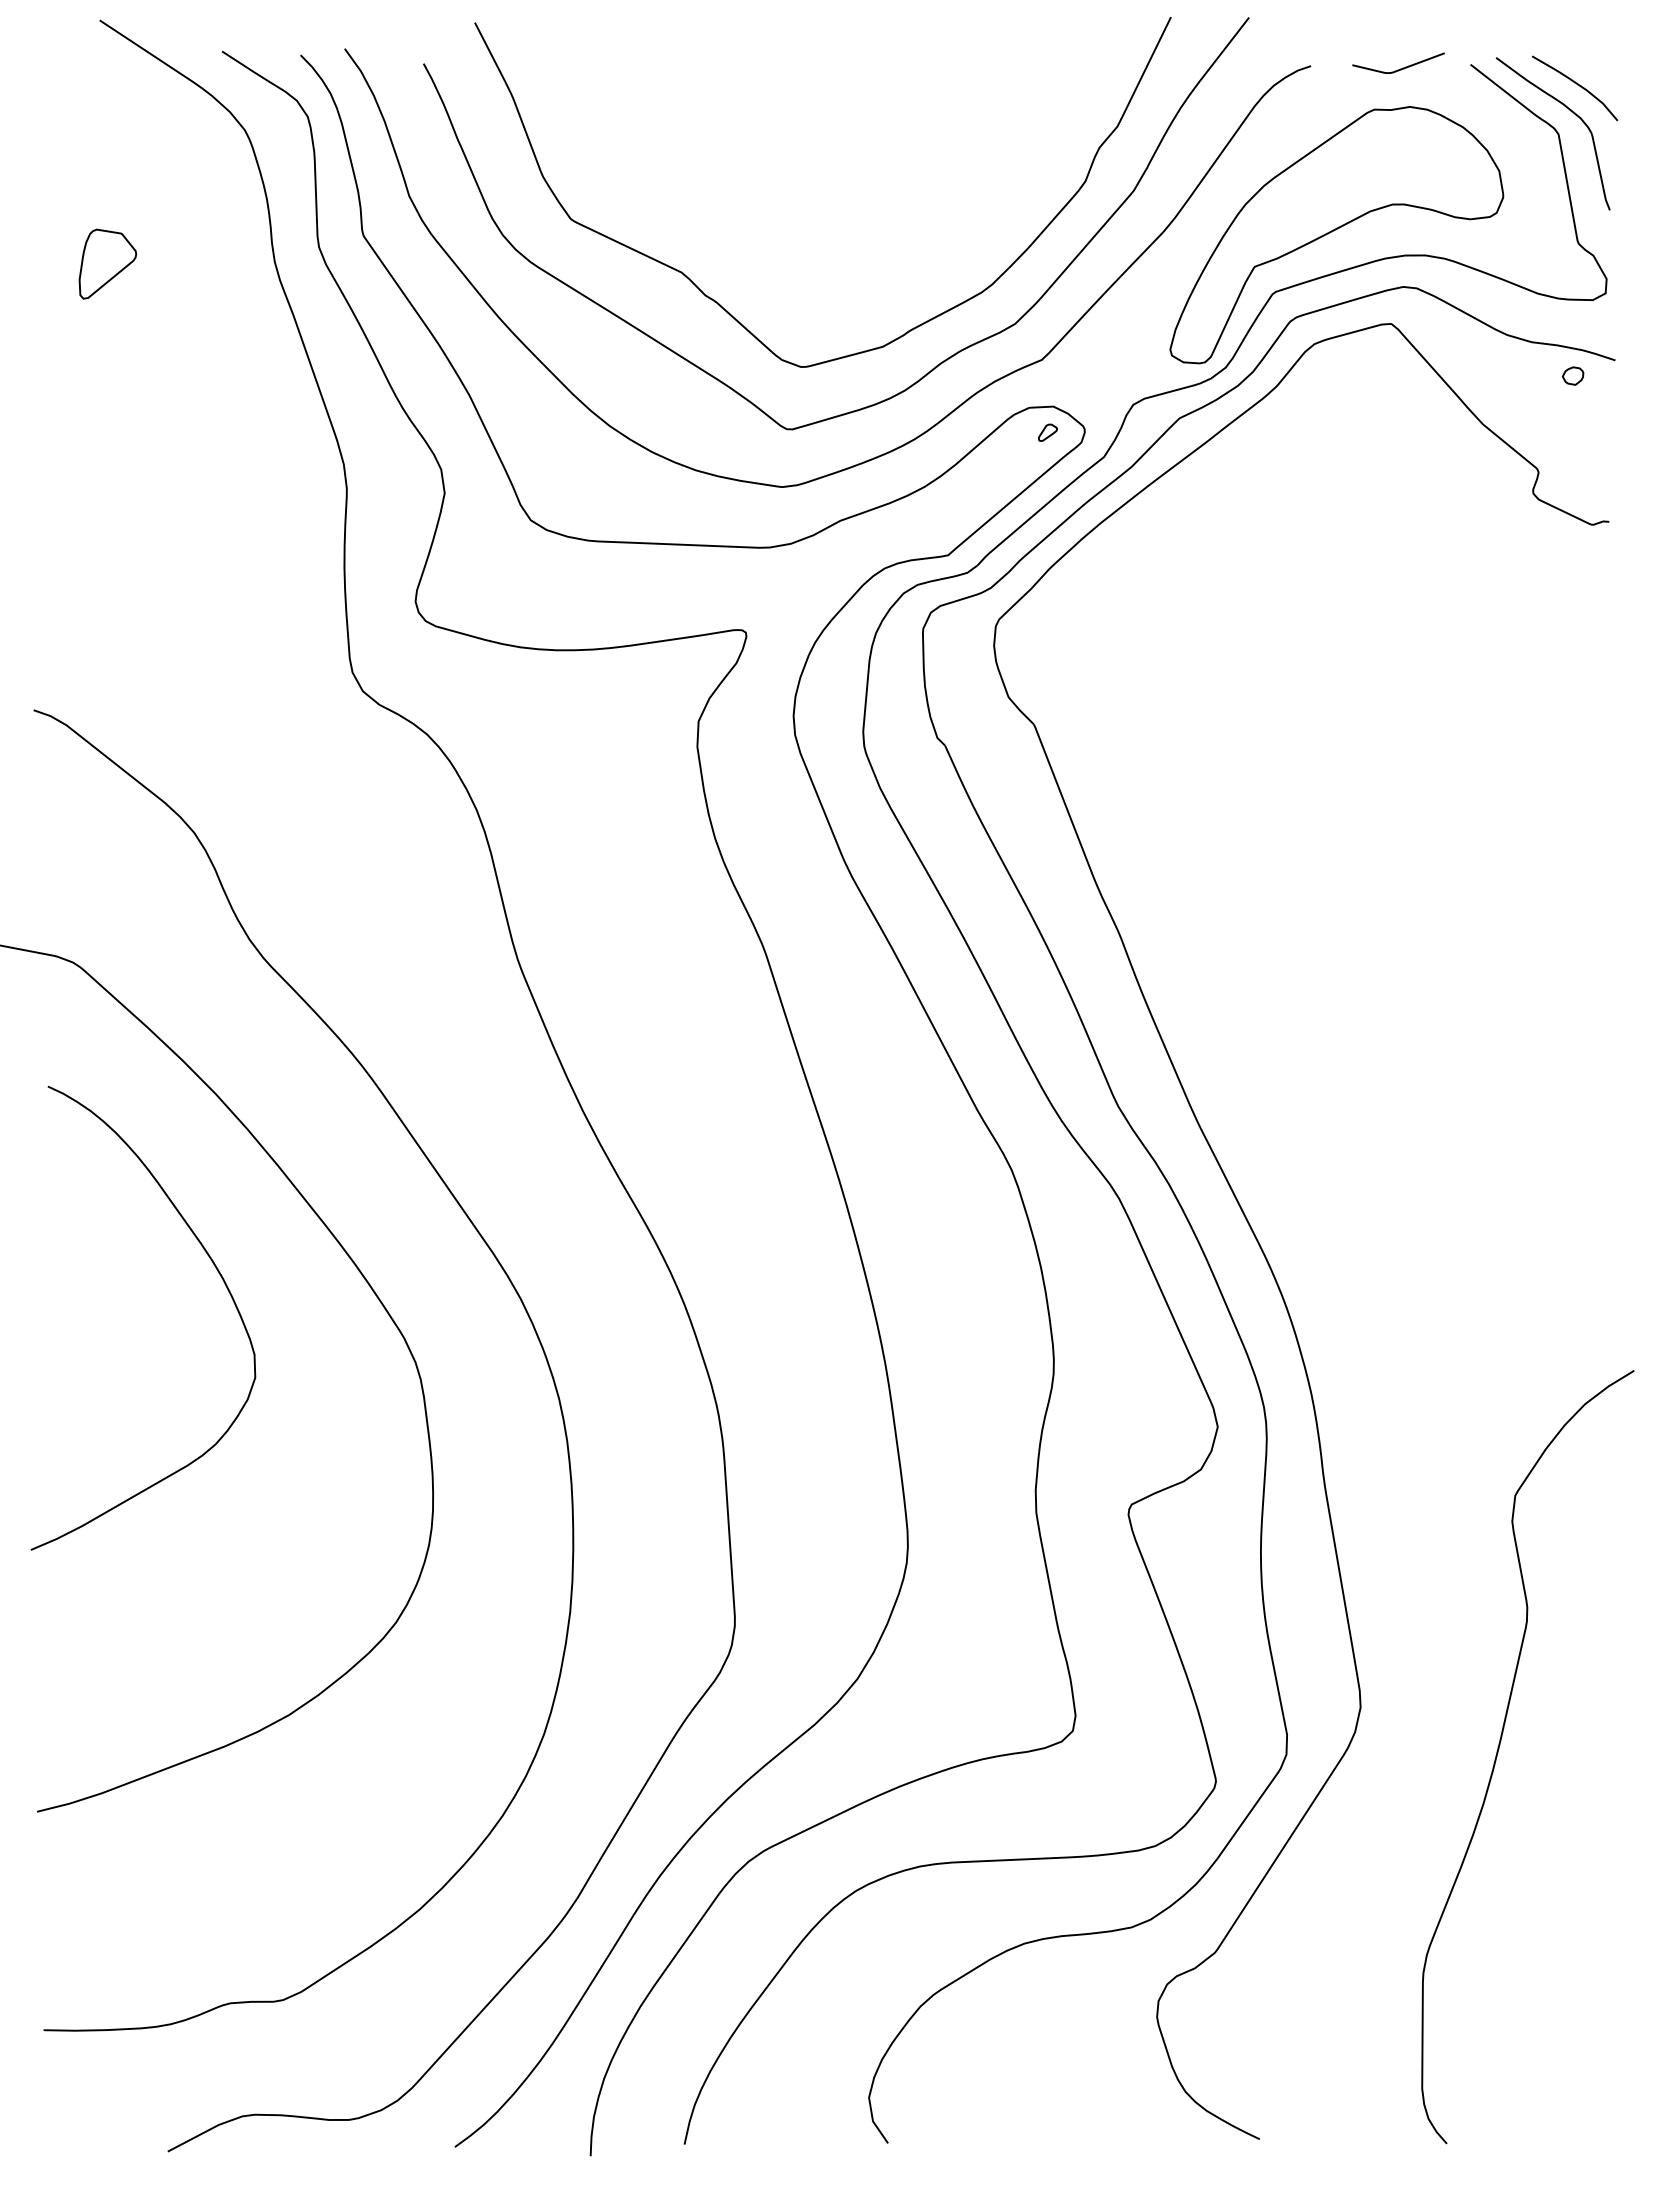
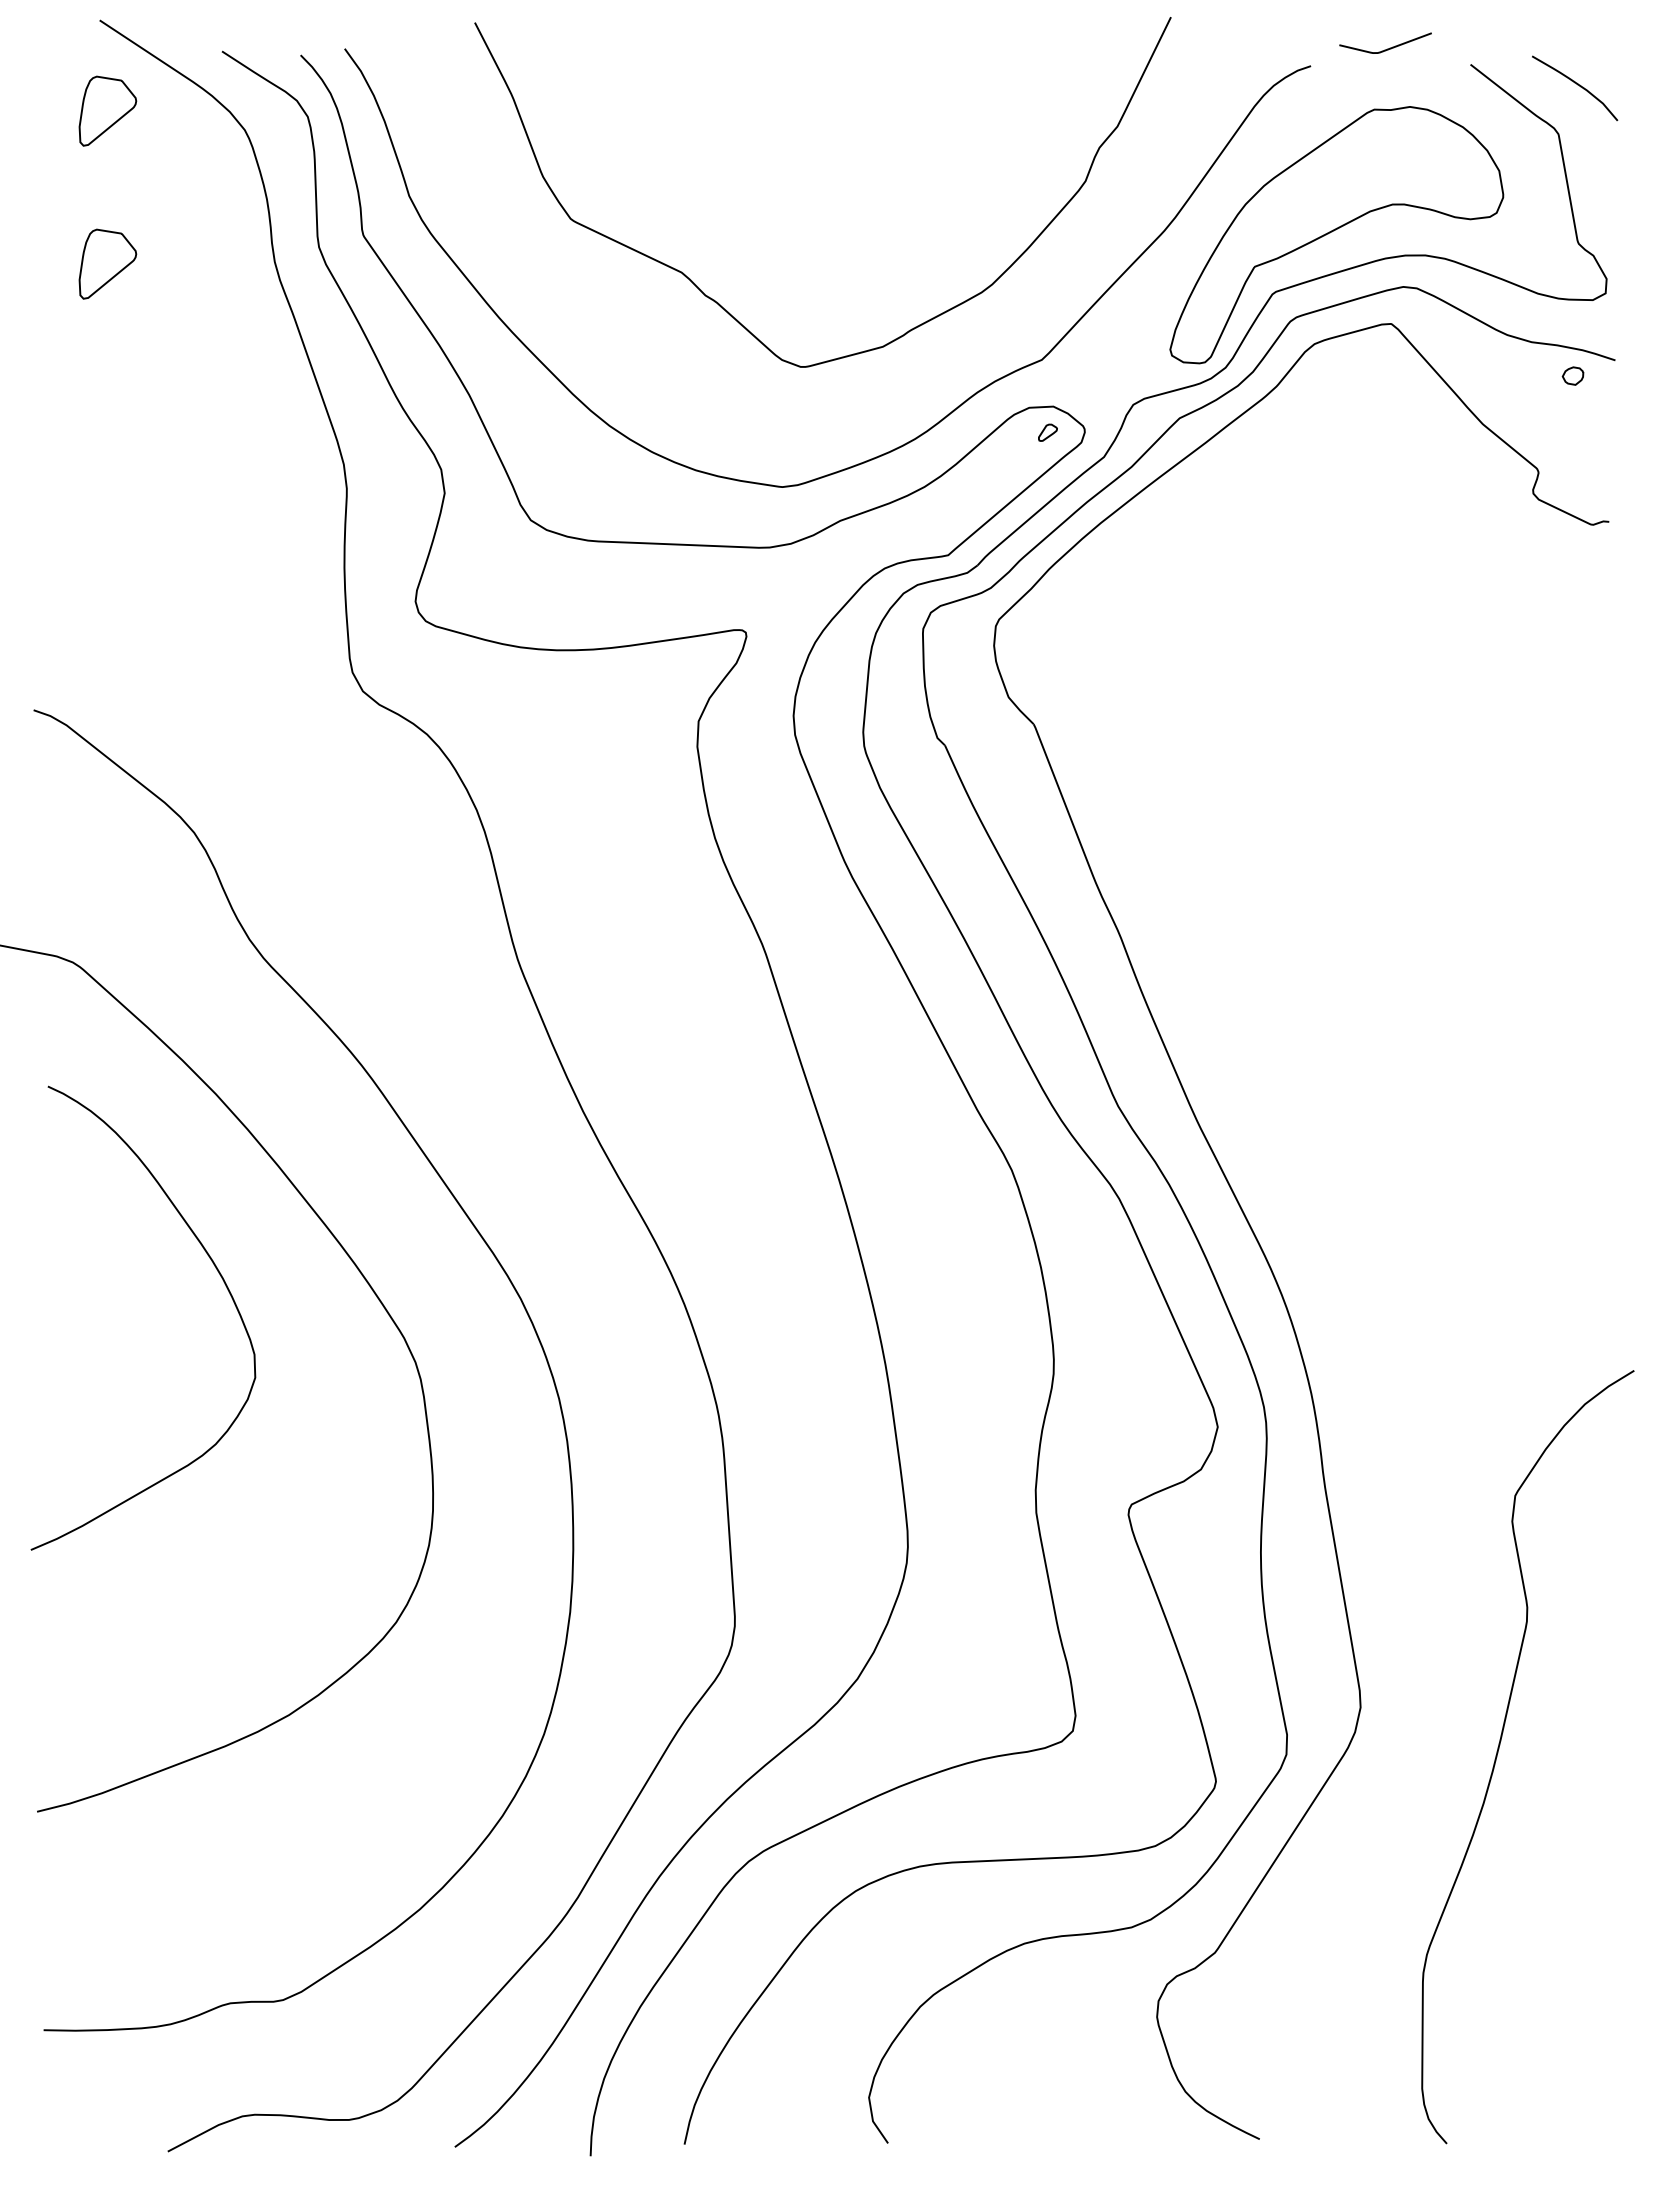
curve at (1400, 68) position: (1400, 68) -> (1387, 48)
part at (107, 110): none -> present
curve at (1571, 112): present -> none
curve at (937, 364): present -> none
